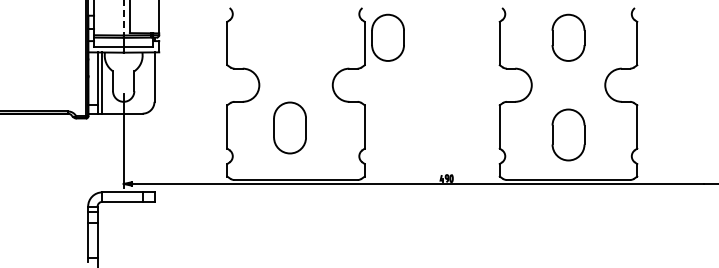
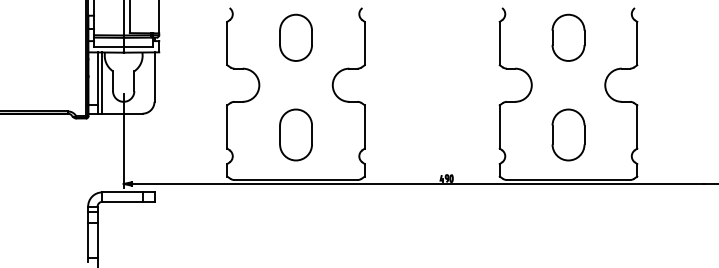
line at (123, 19): dashed -> solid
part at (387, 37) position: (387, 37) -> (295, 37)
part at (289, 127) position: (289, 127) -> (295, 134)
